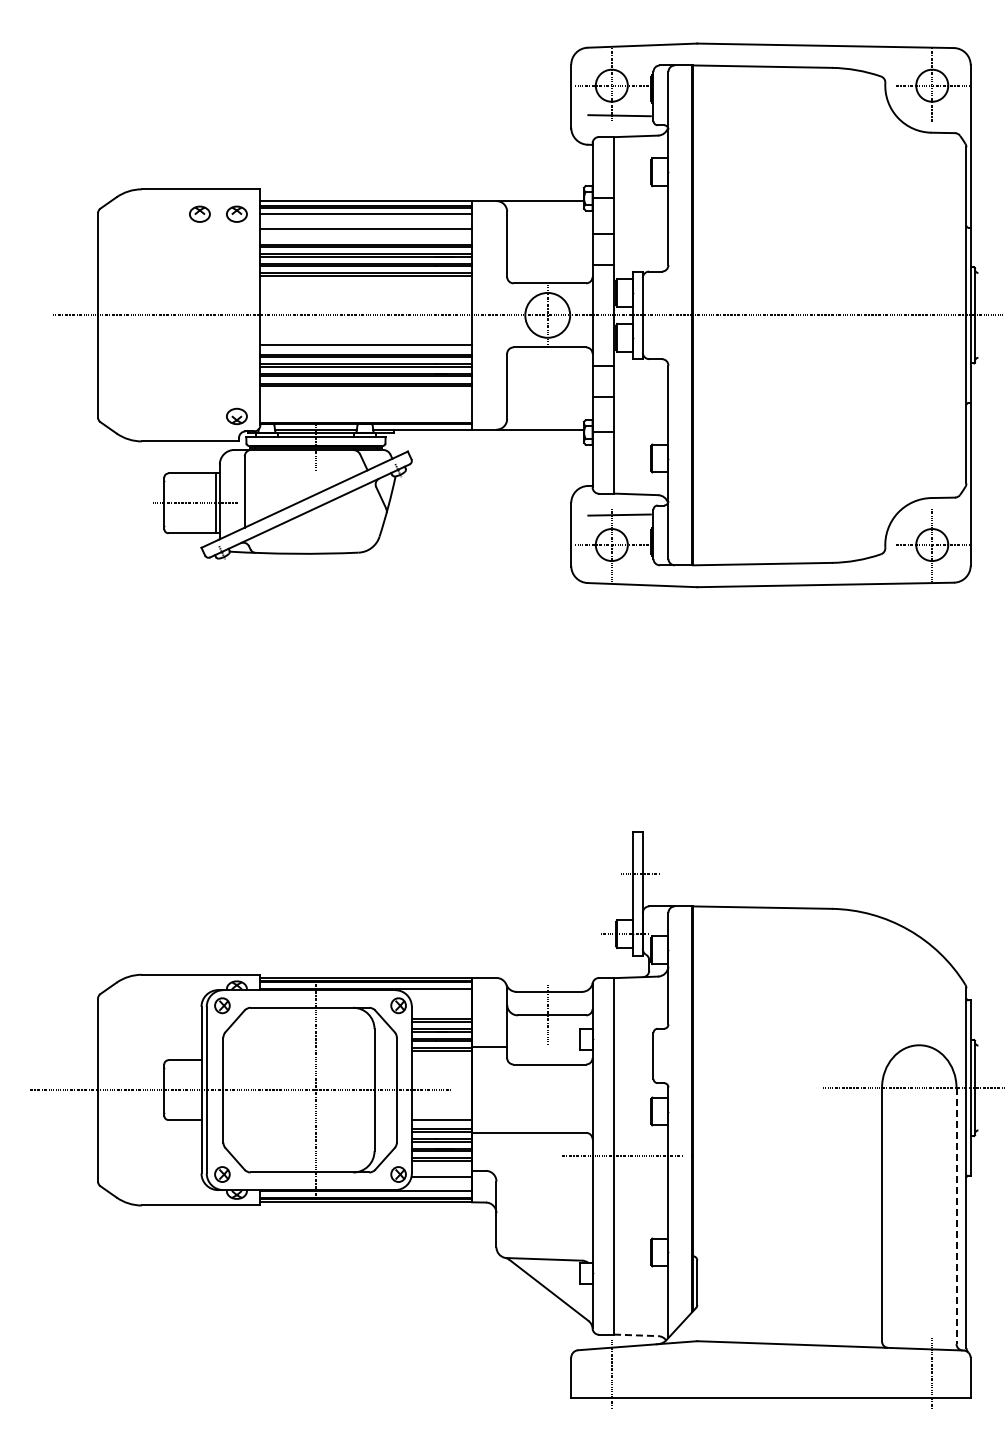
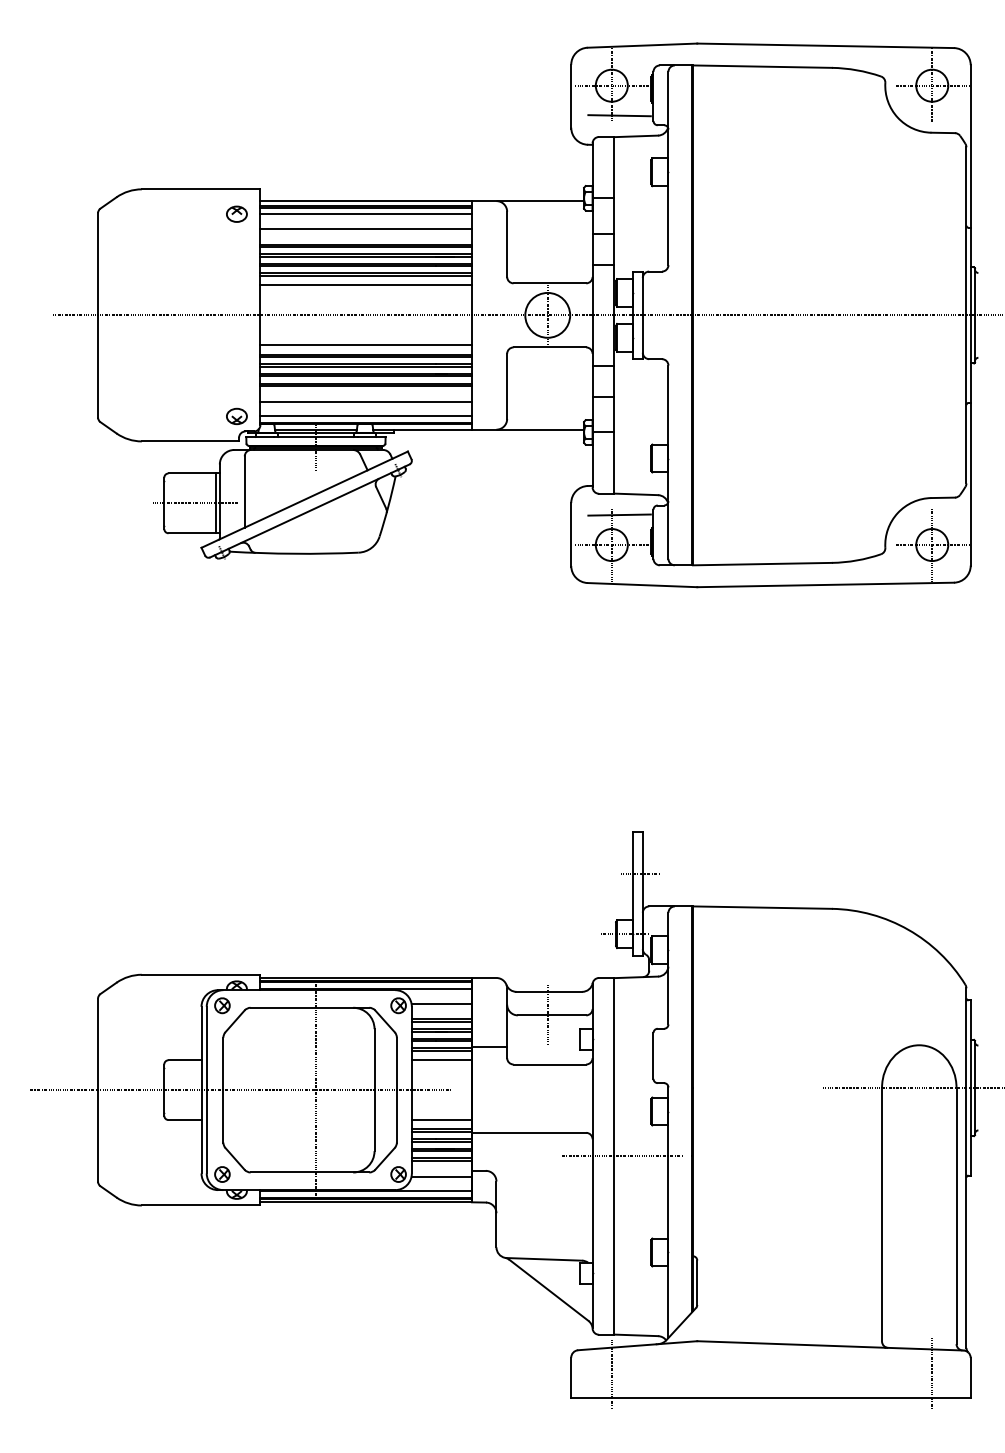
part at (199, 213): present -> none
line at (365, 285): none -> present
line at (365, 401): none -> present
line at (365, 416): none -> present
line at (441, 1003): none -> present
line at (441, 1060): none -> present
line at (956, 1216): dashed -> solid
line at (636, 1335): dashed -> solid
